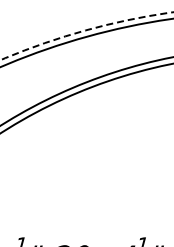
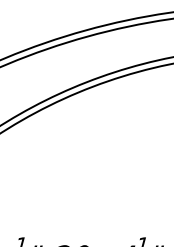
arc at (85, 30): dashed -> solid
